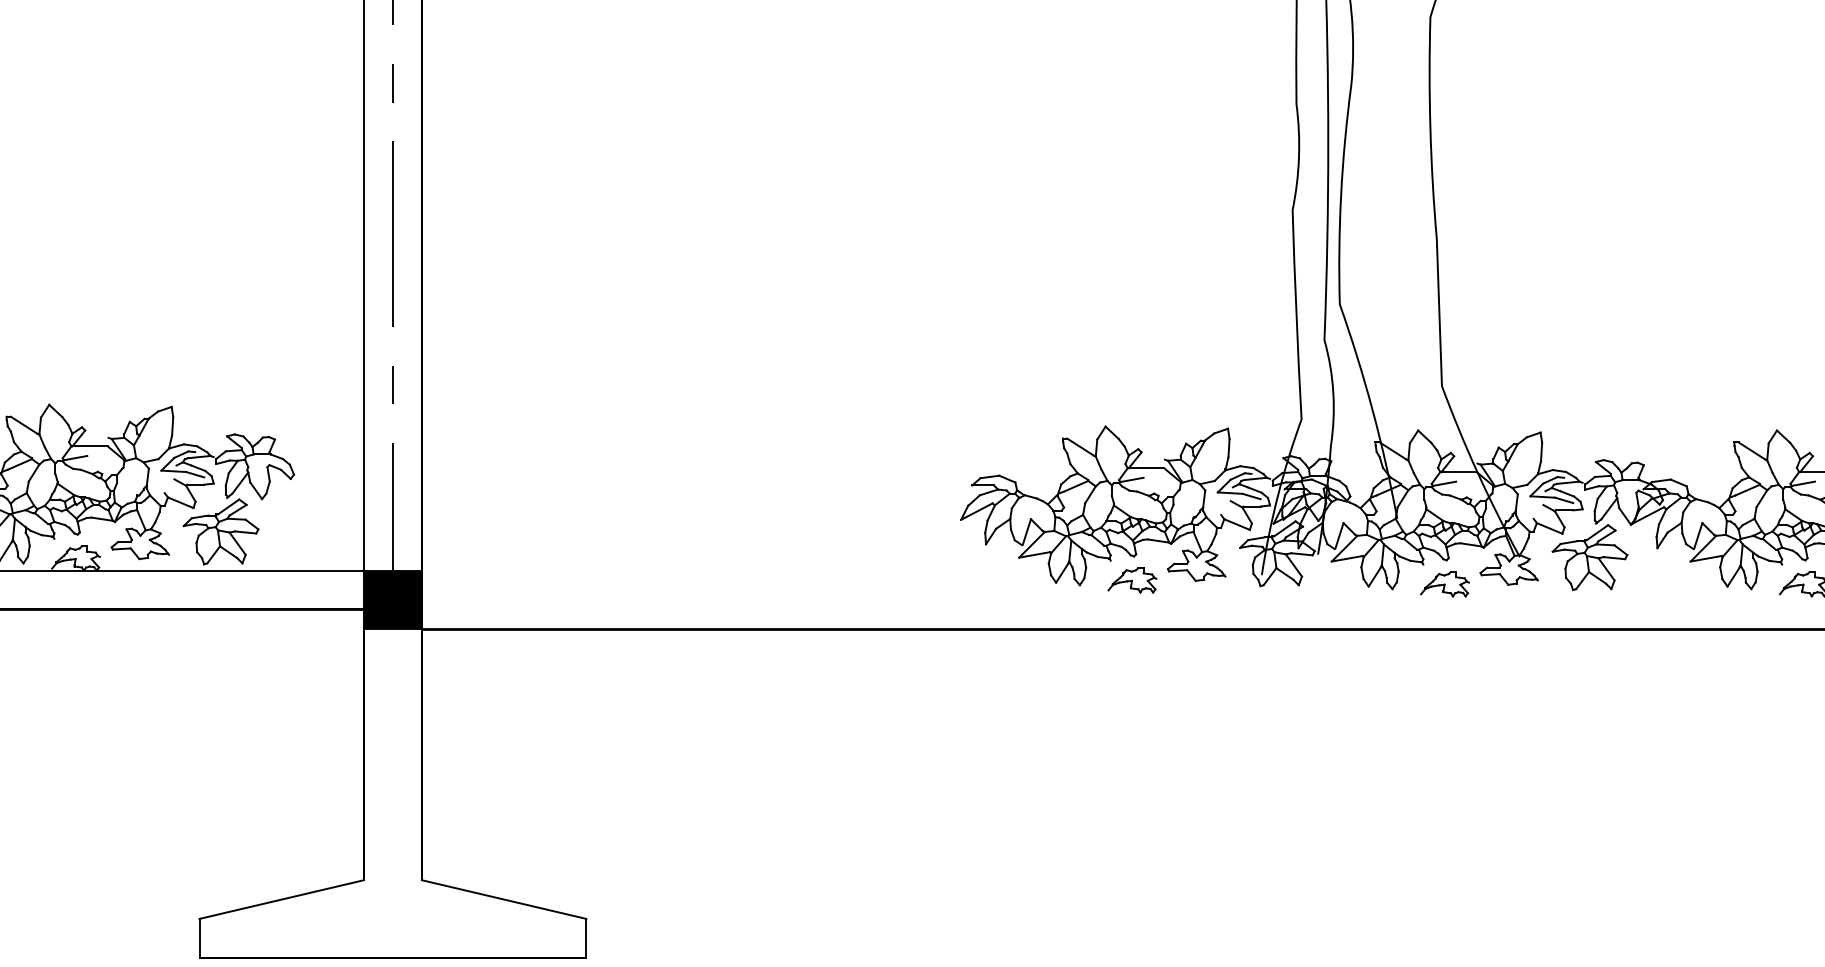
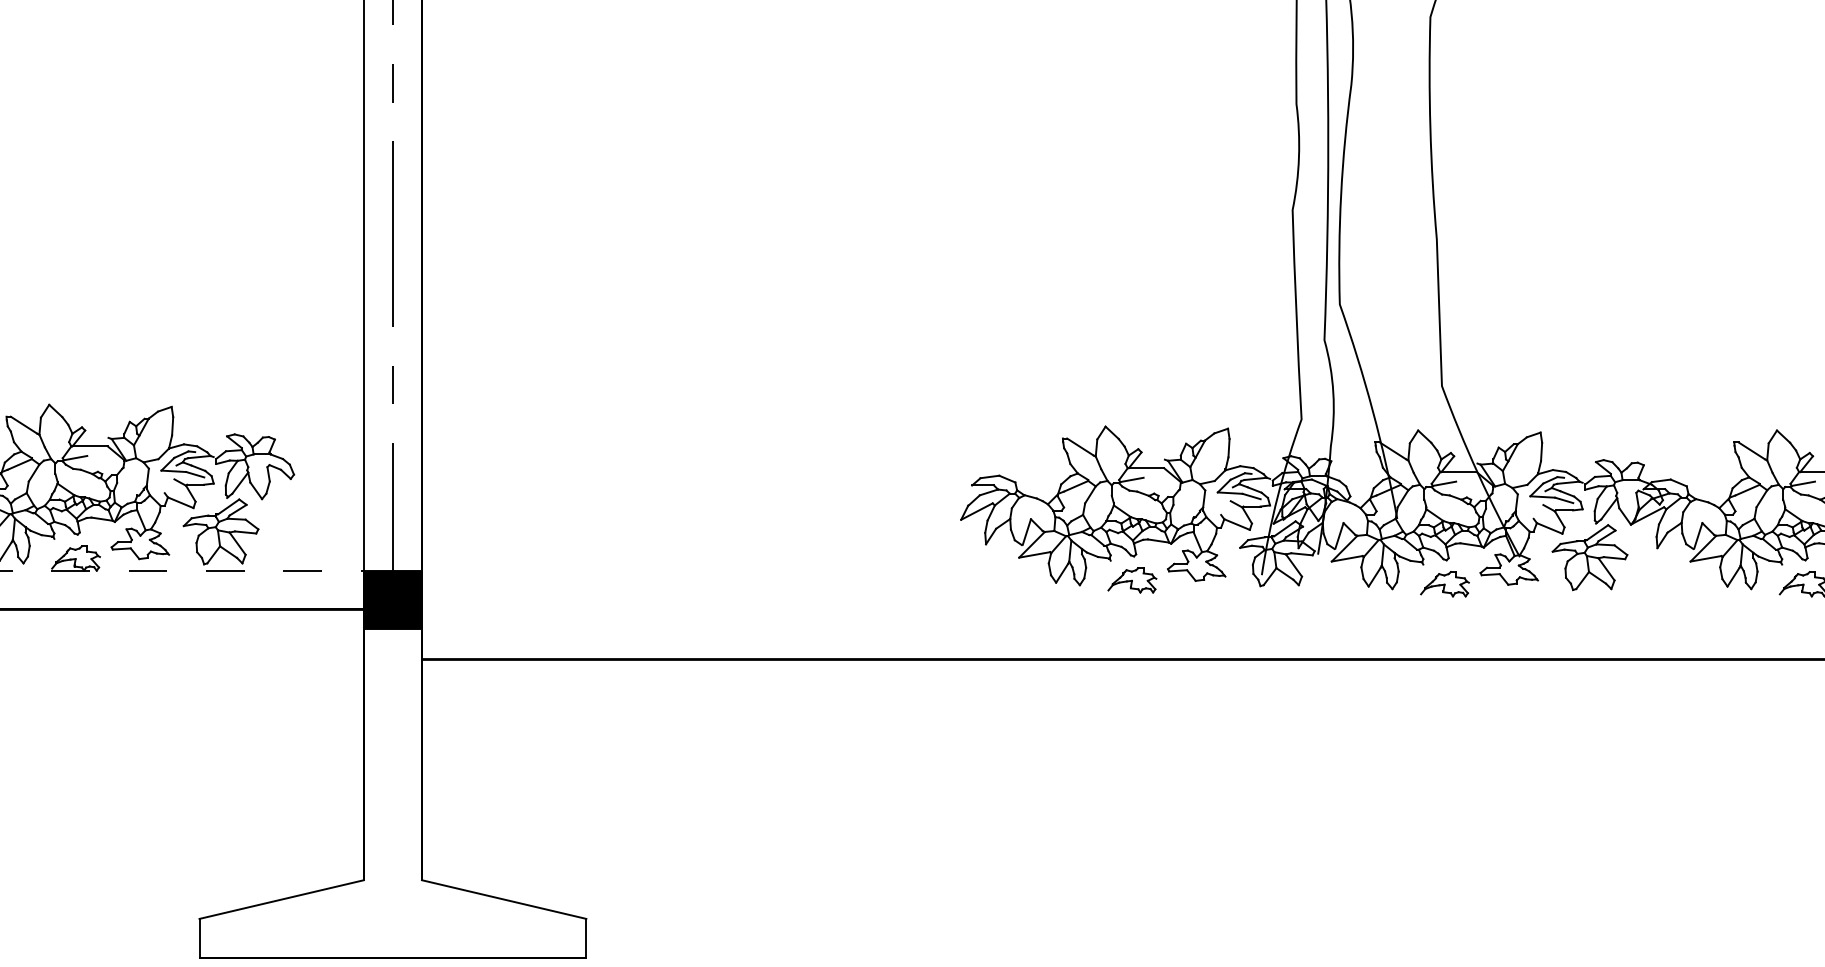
line at (182, 570): solid -> dashed
line at (1121, 628) position: (1121, 628) -> (1121, 658)
